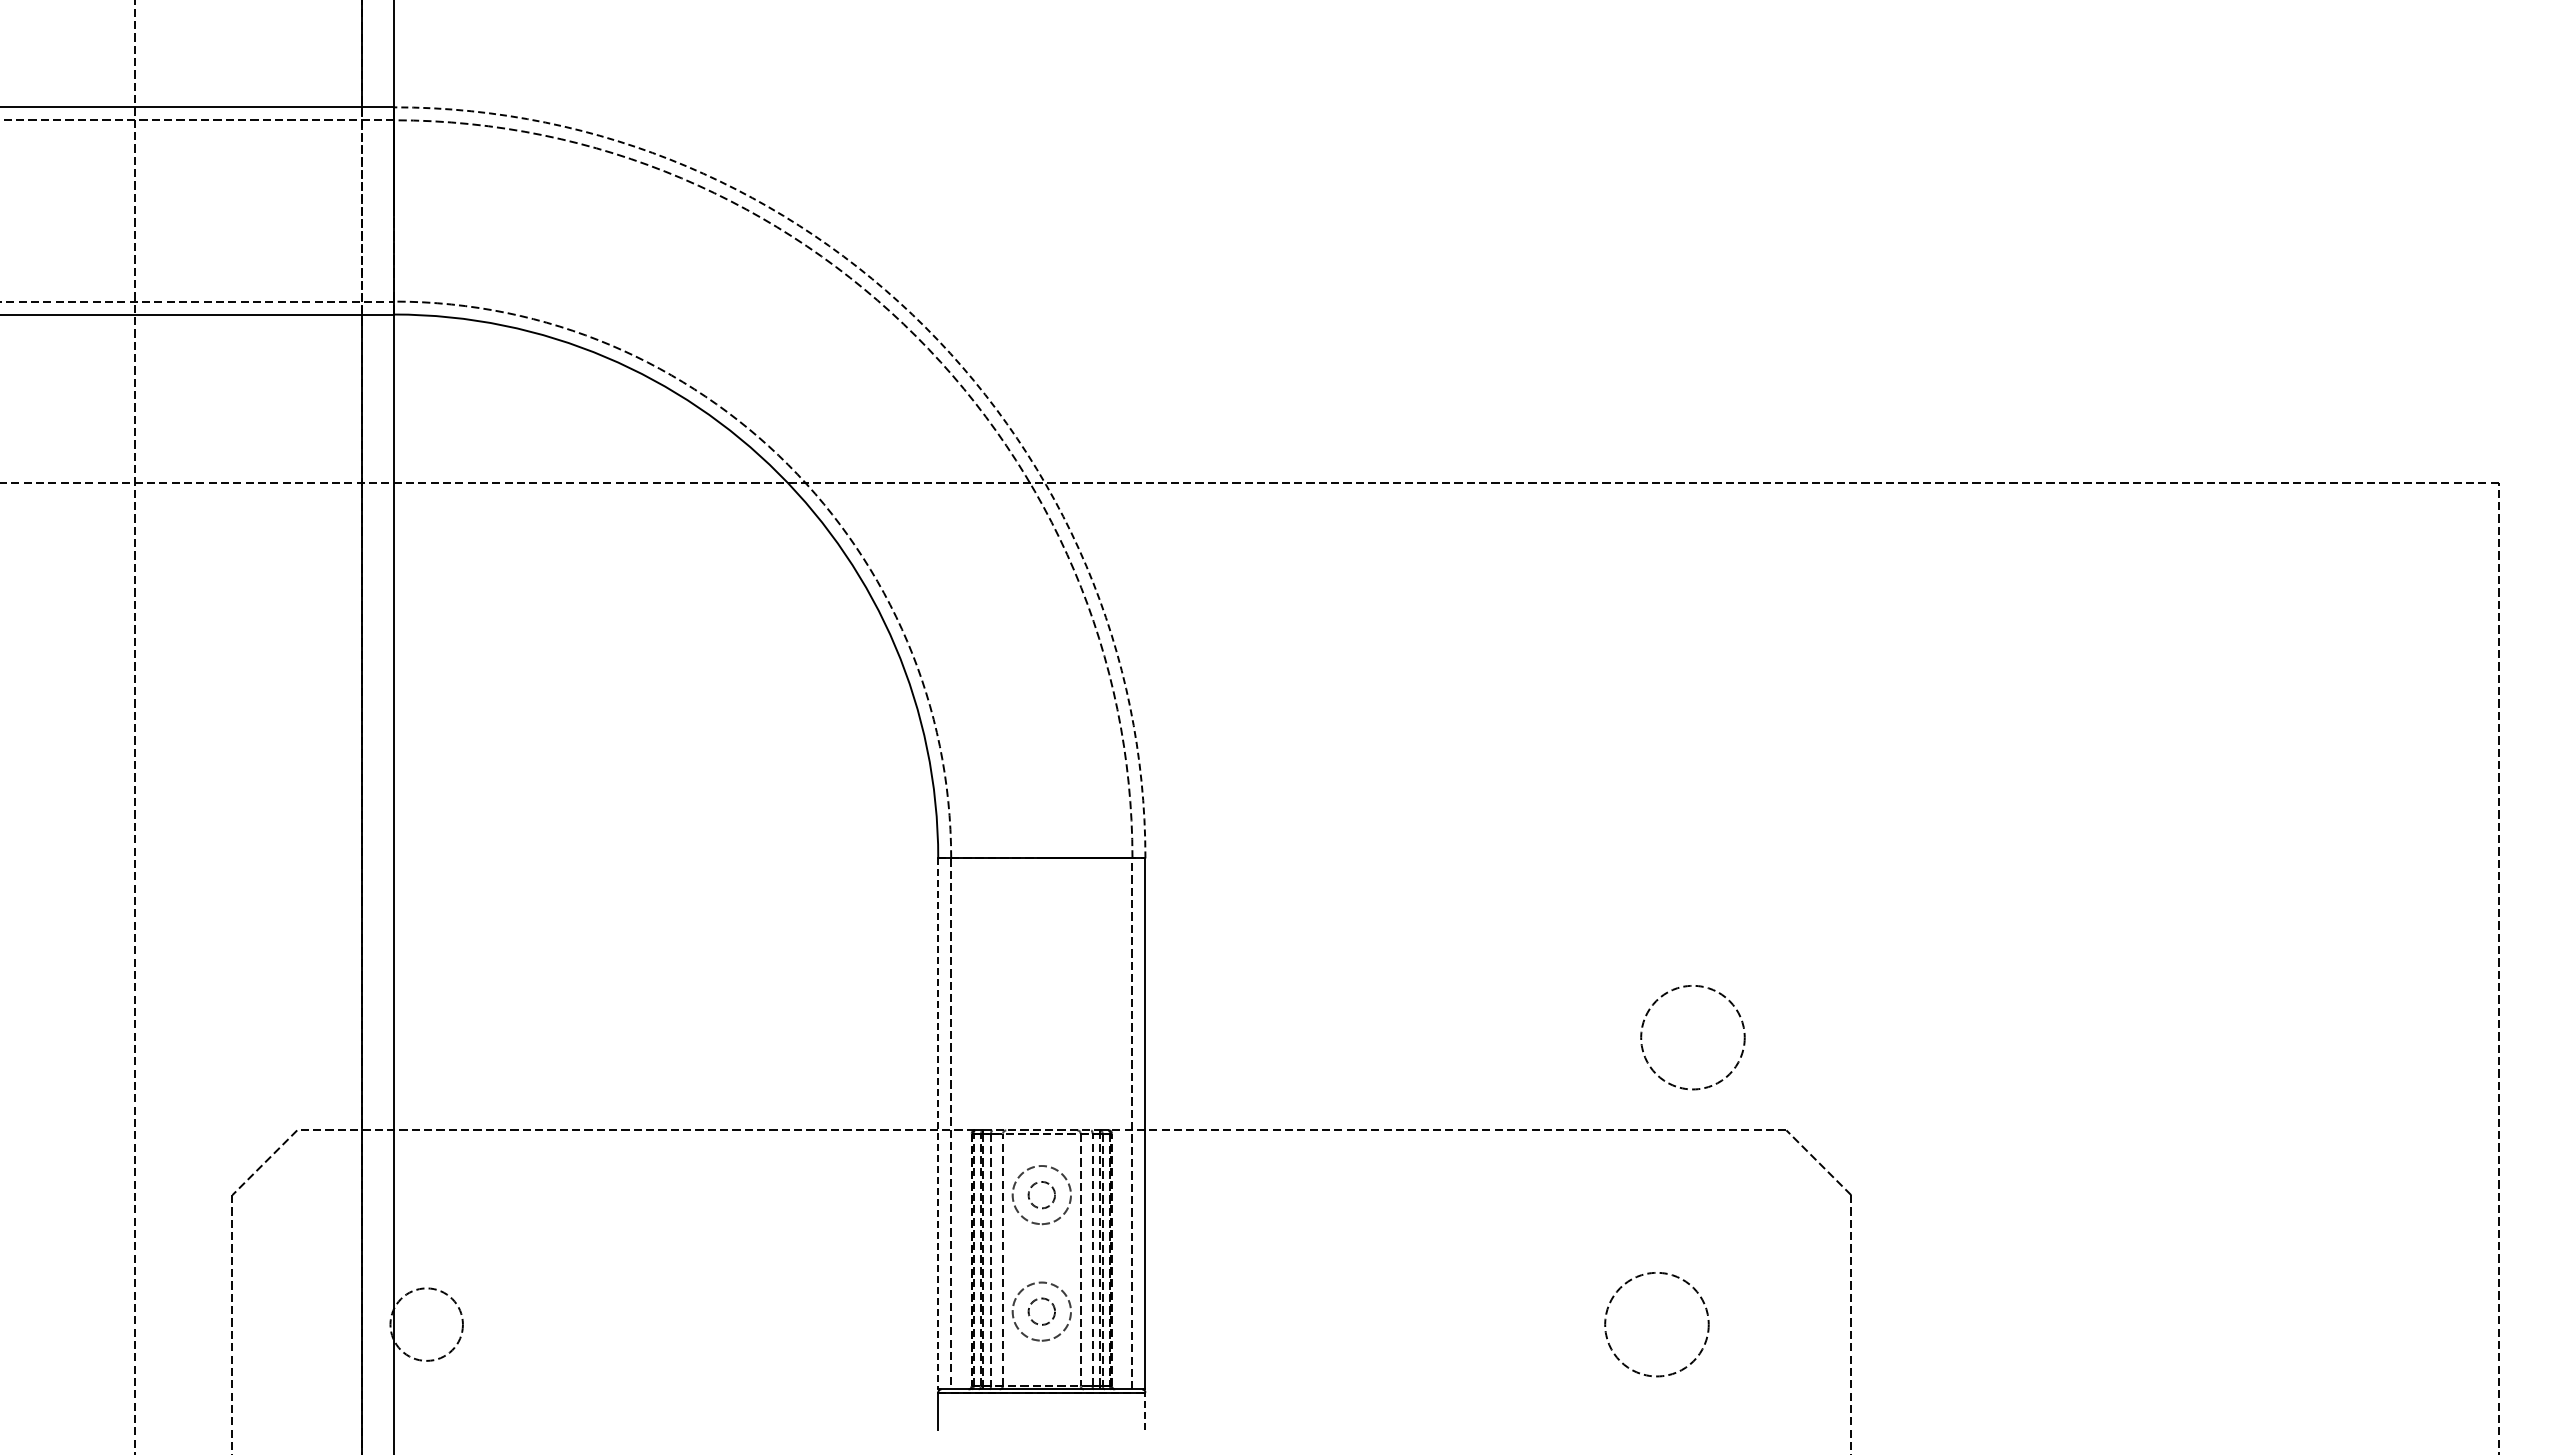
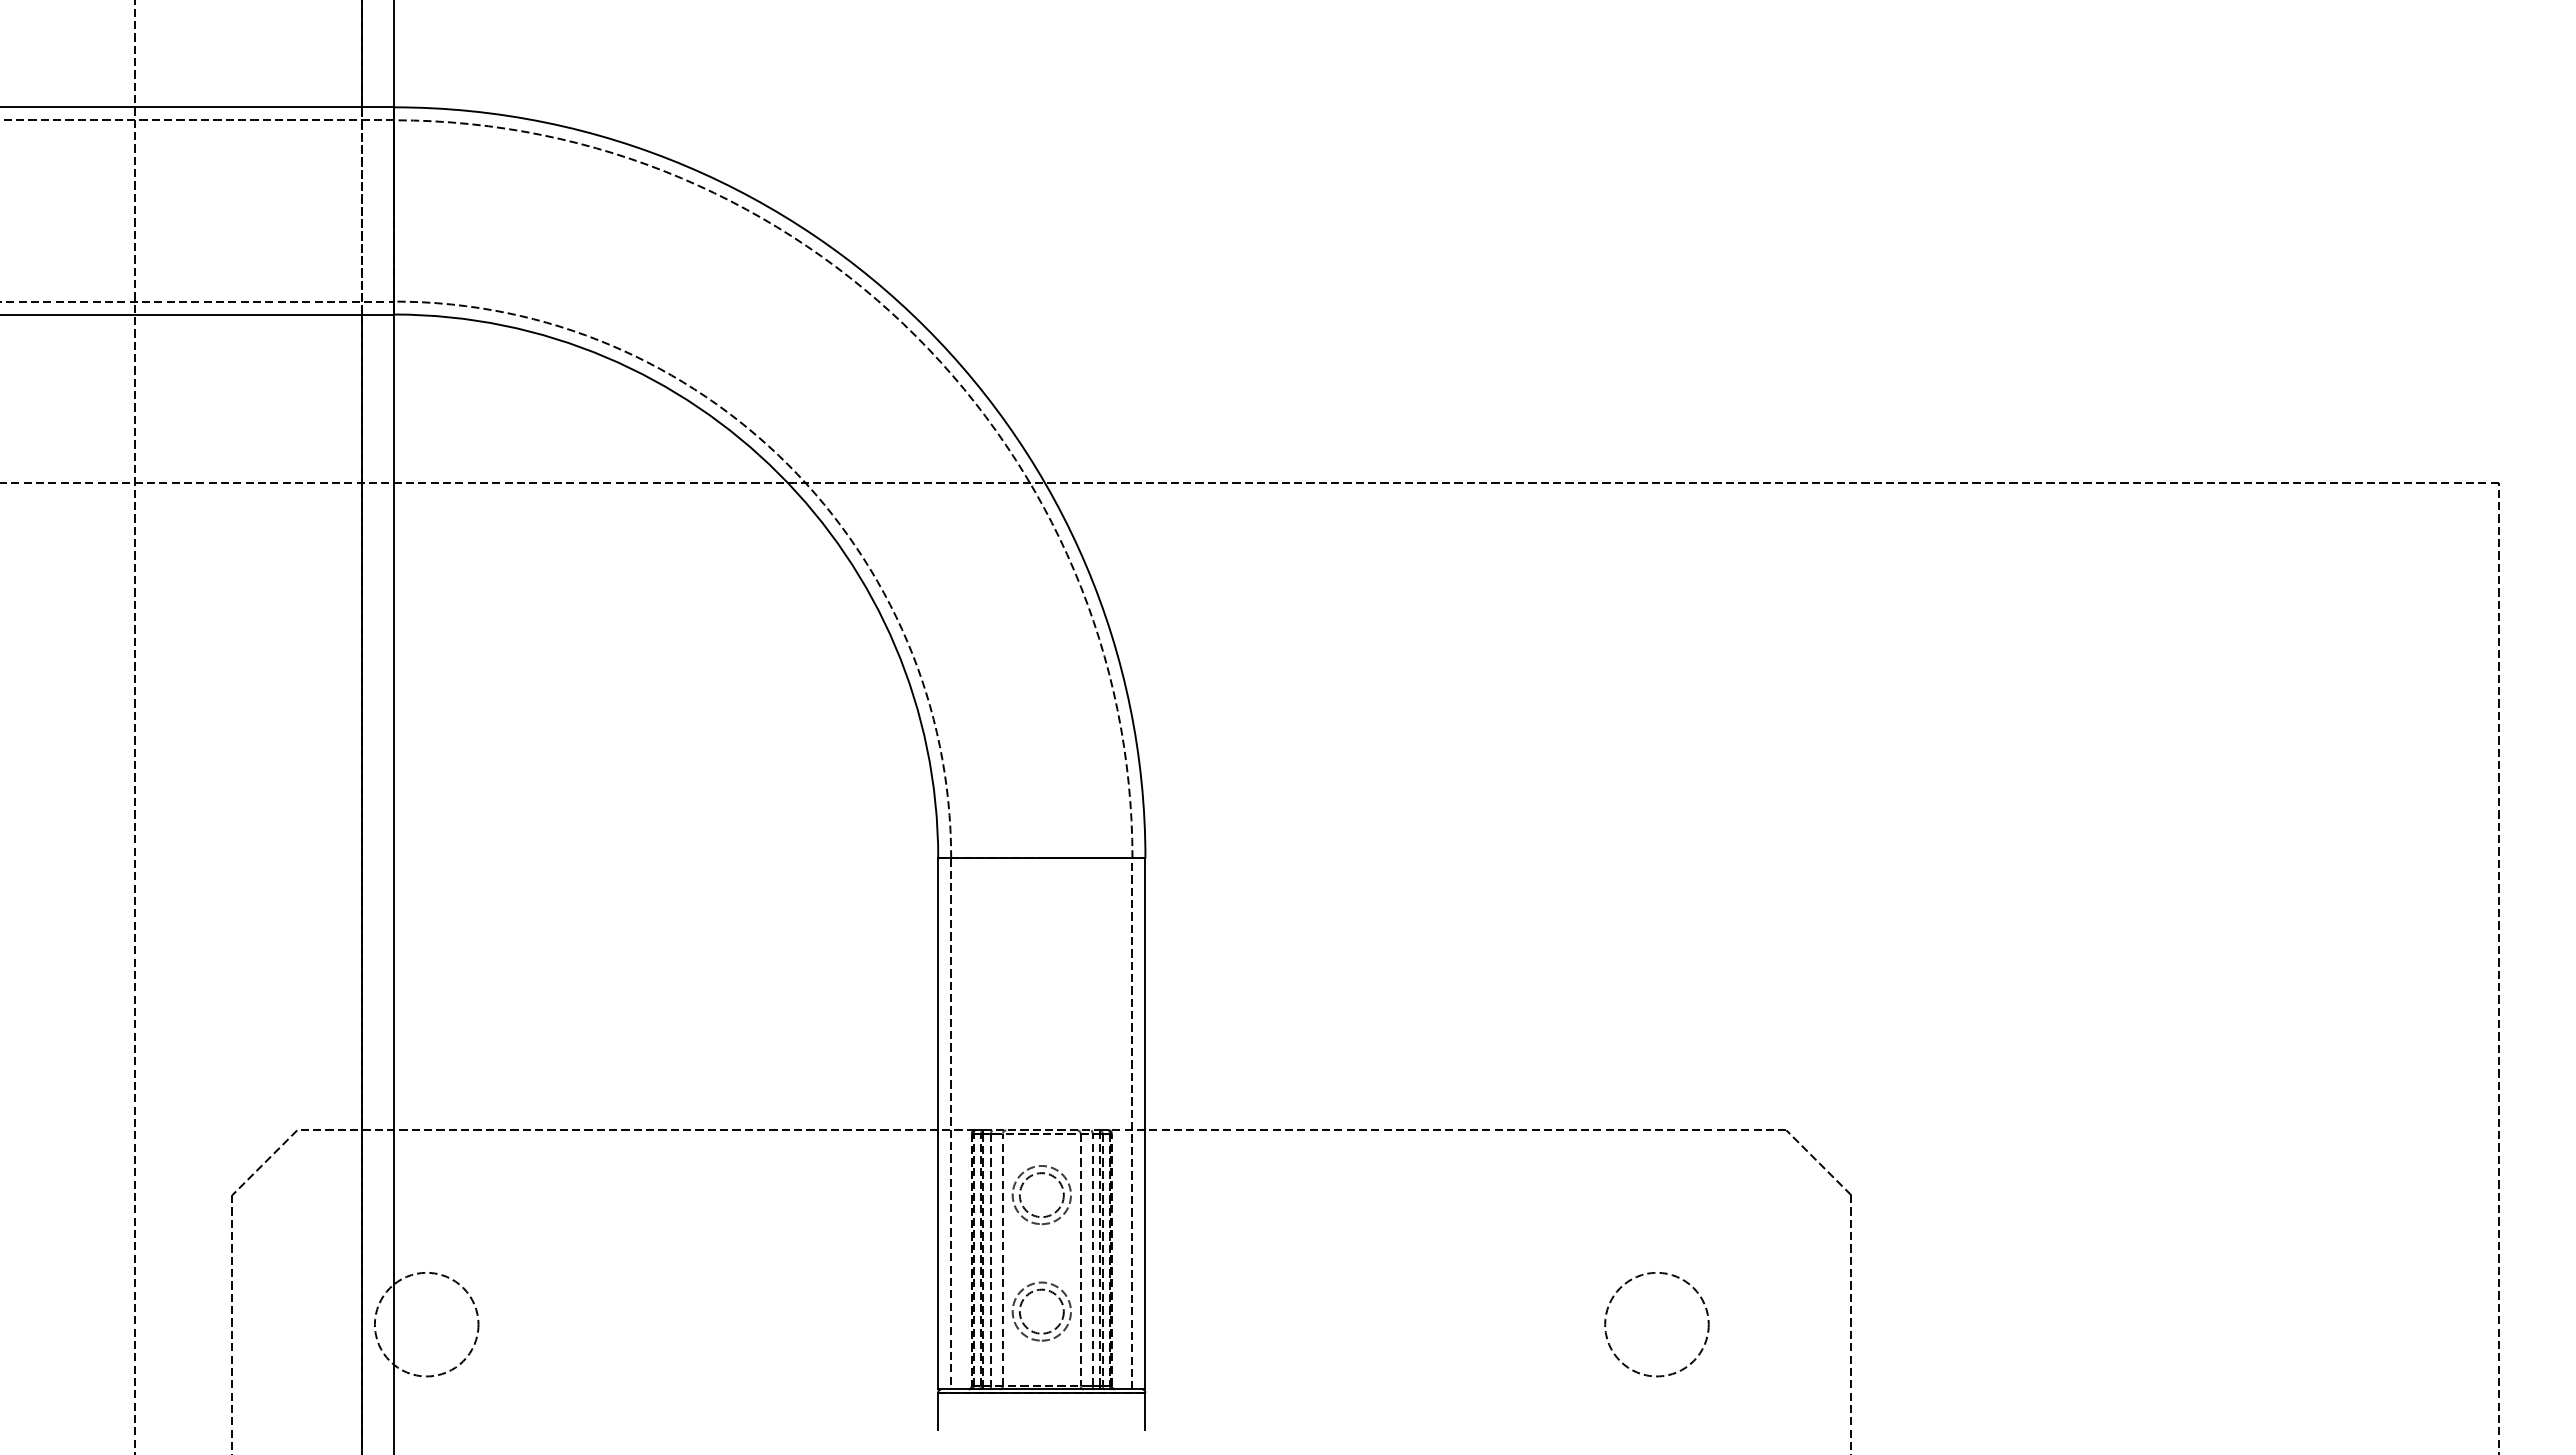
arc at (925, 327): dashed -> solid
circle at (1692, 1037): present -> none
line at (938, 1124): dashed -> solid
circle at (1041, 1194) diameter: 26 px -> 44 px
circle at (1041, 1311) diameter: 26 px -> 44 px
circle at (426, 1324) diameter: 73 px -> 104 px
line at (1145, 1411): dashed -> solid
